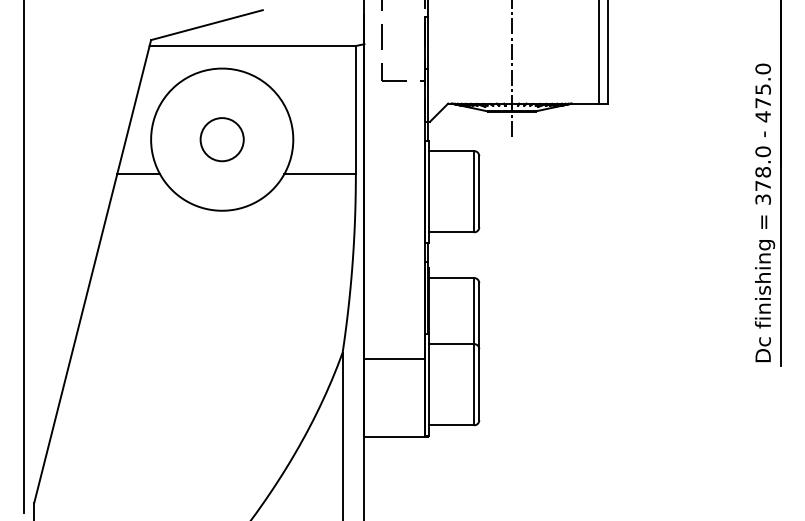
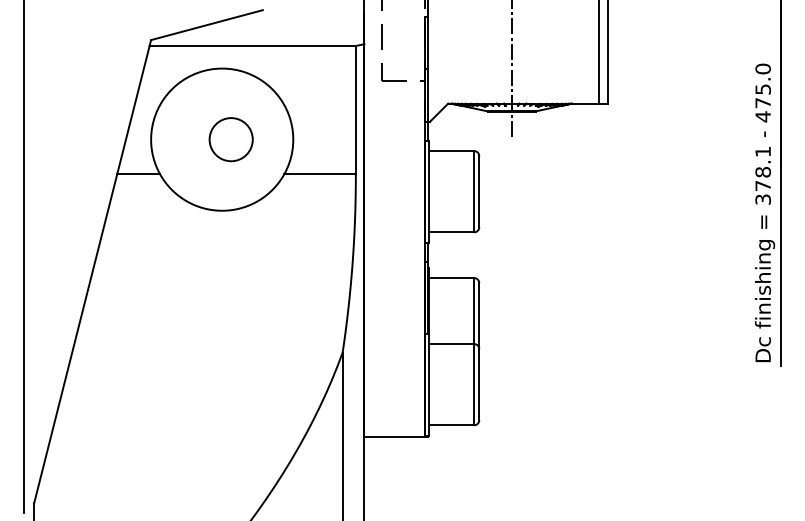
circle at (221, 139) position: (221, 139) -> (230, 139)
text at (762, 151): 378.0 -> 378.1
line at (394, 359): present -> none
